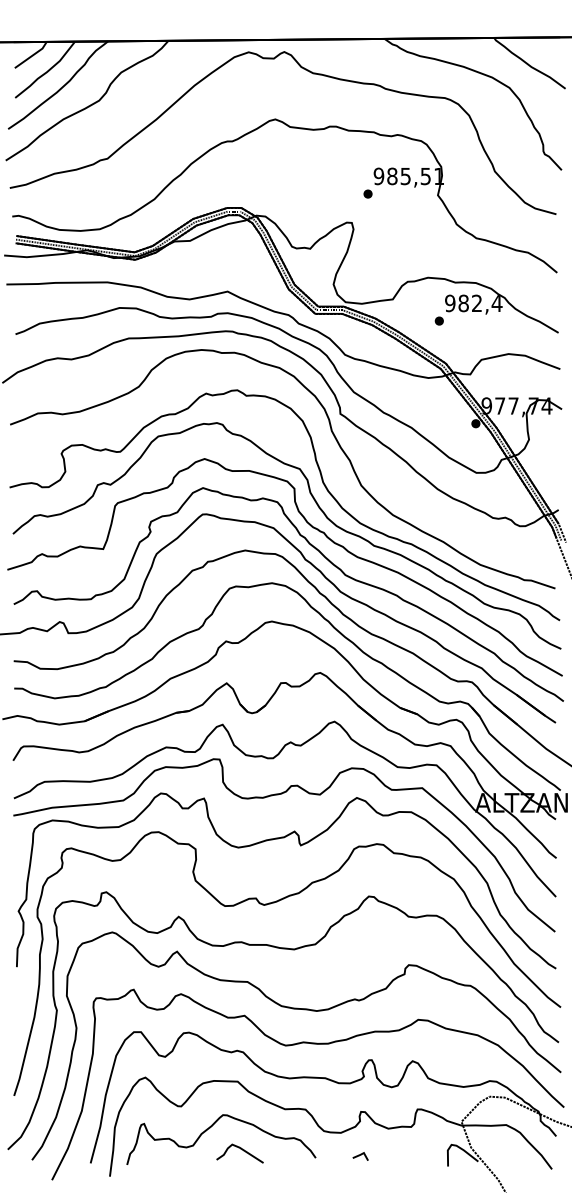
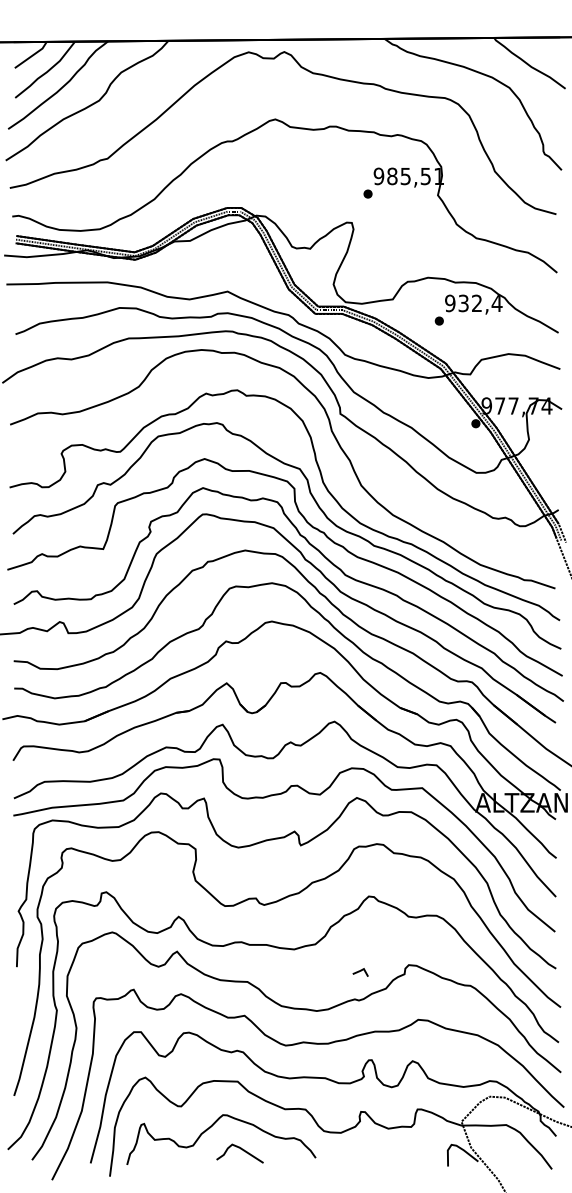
text at (463, 303): 982,4 -> 932,4
line at (360, 1155) position: (360, 1155) -> (360, 971)
